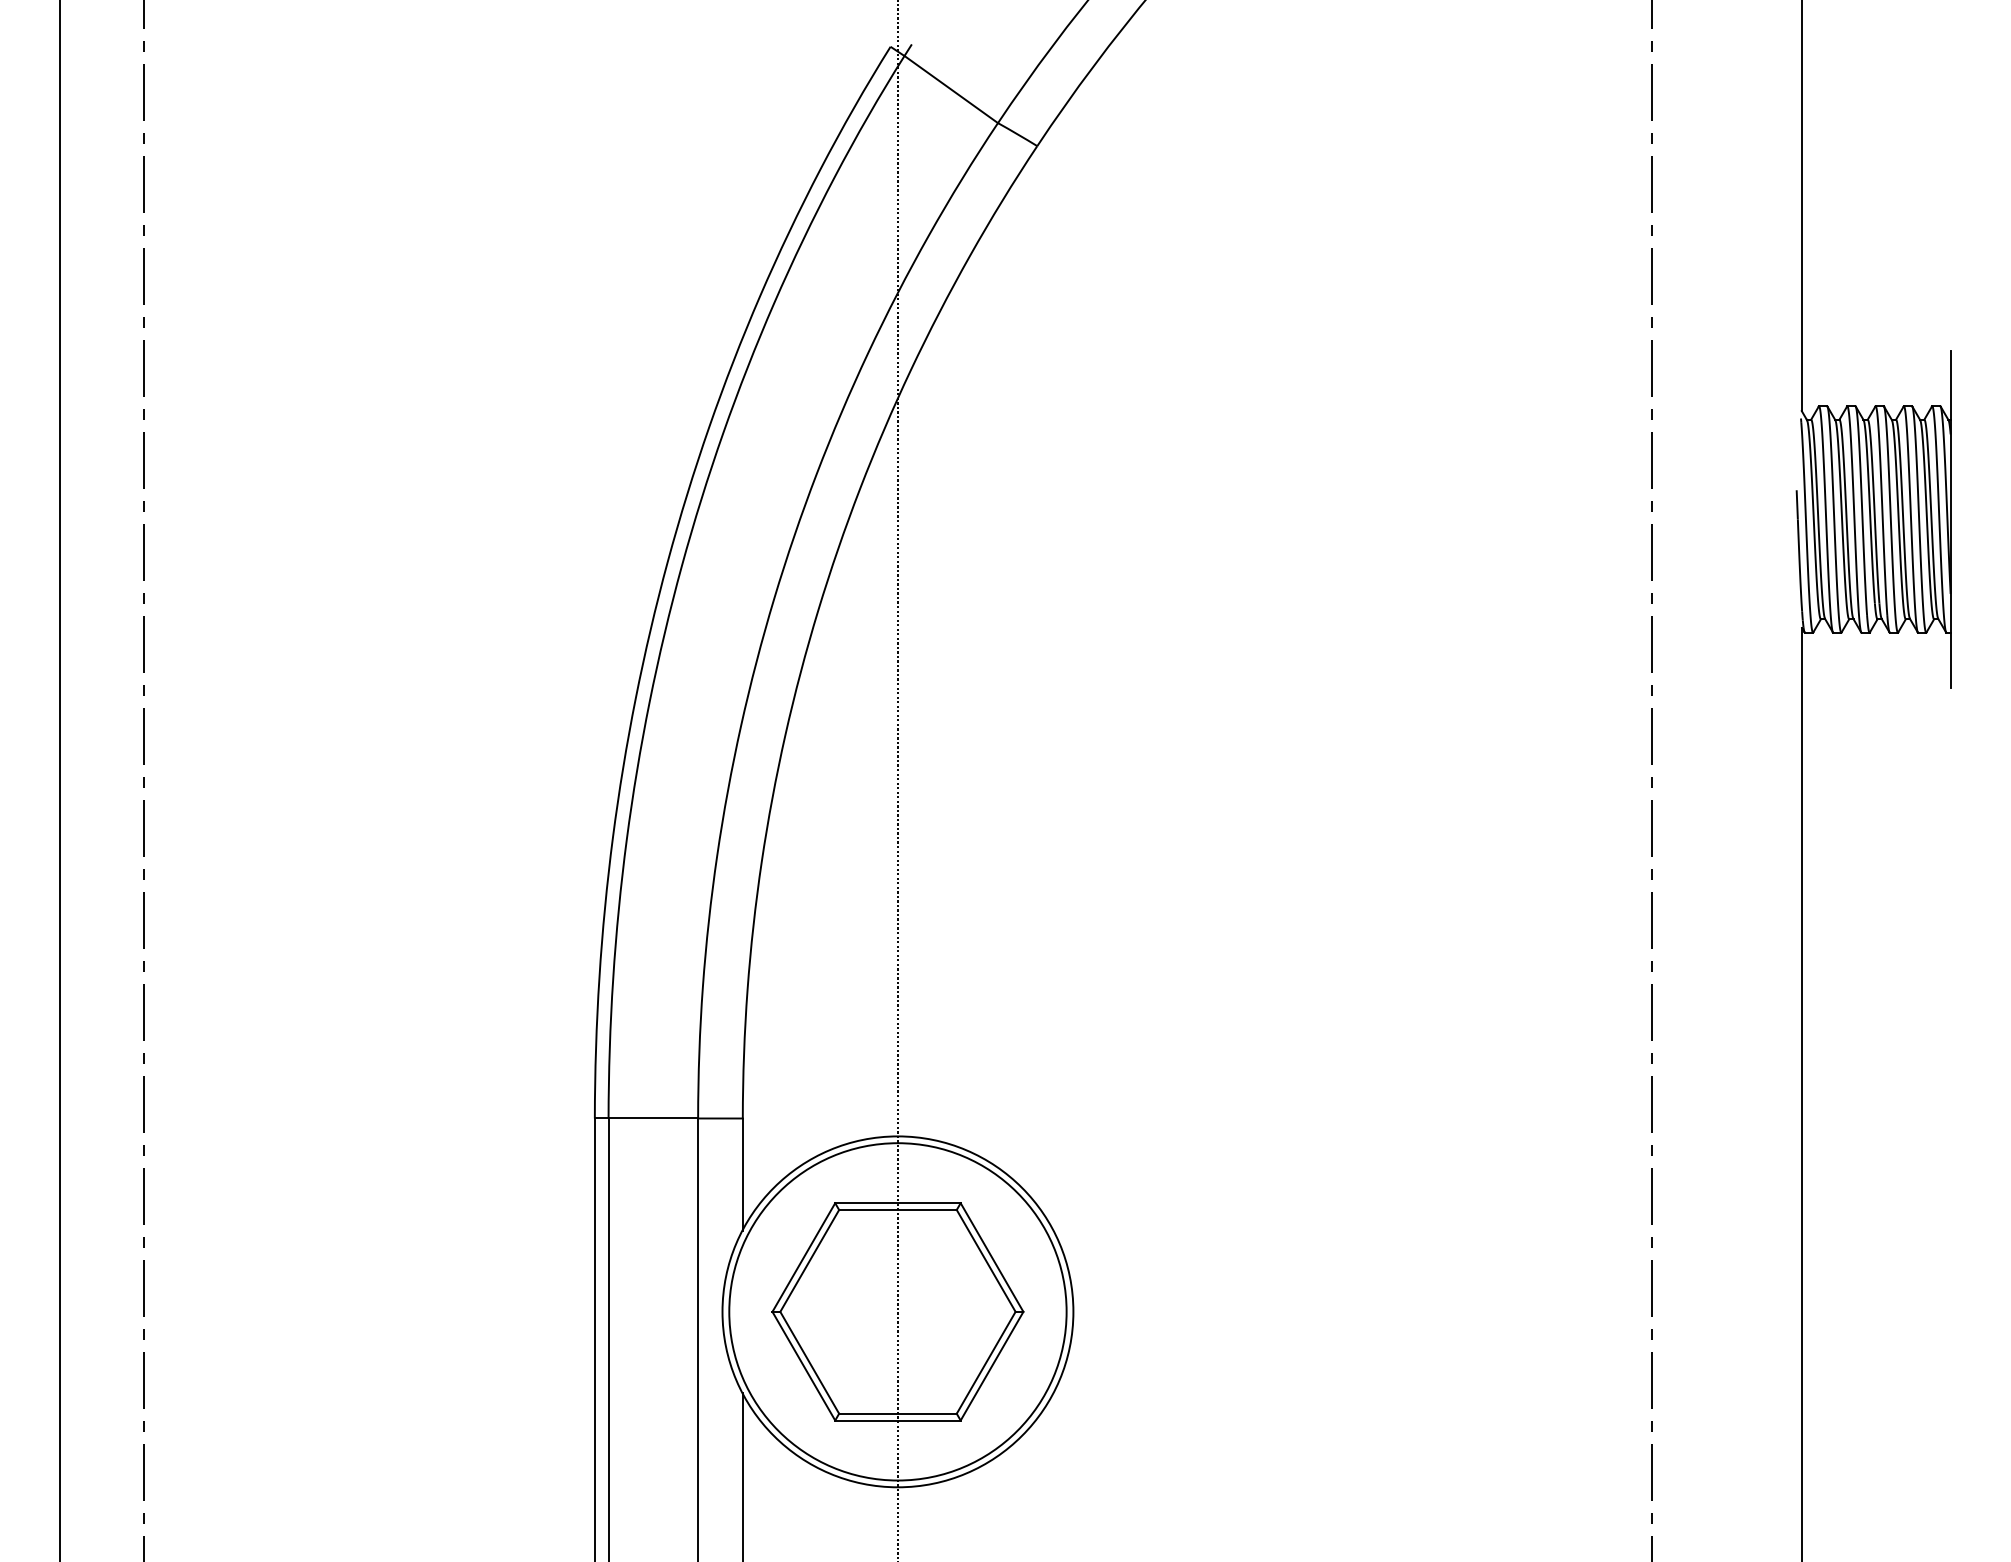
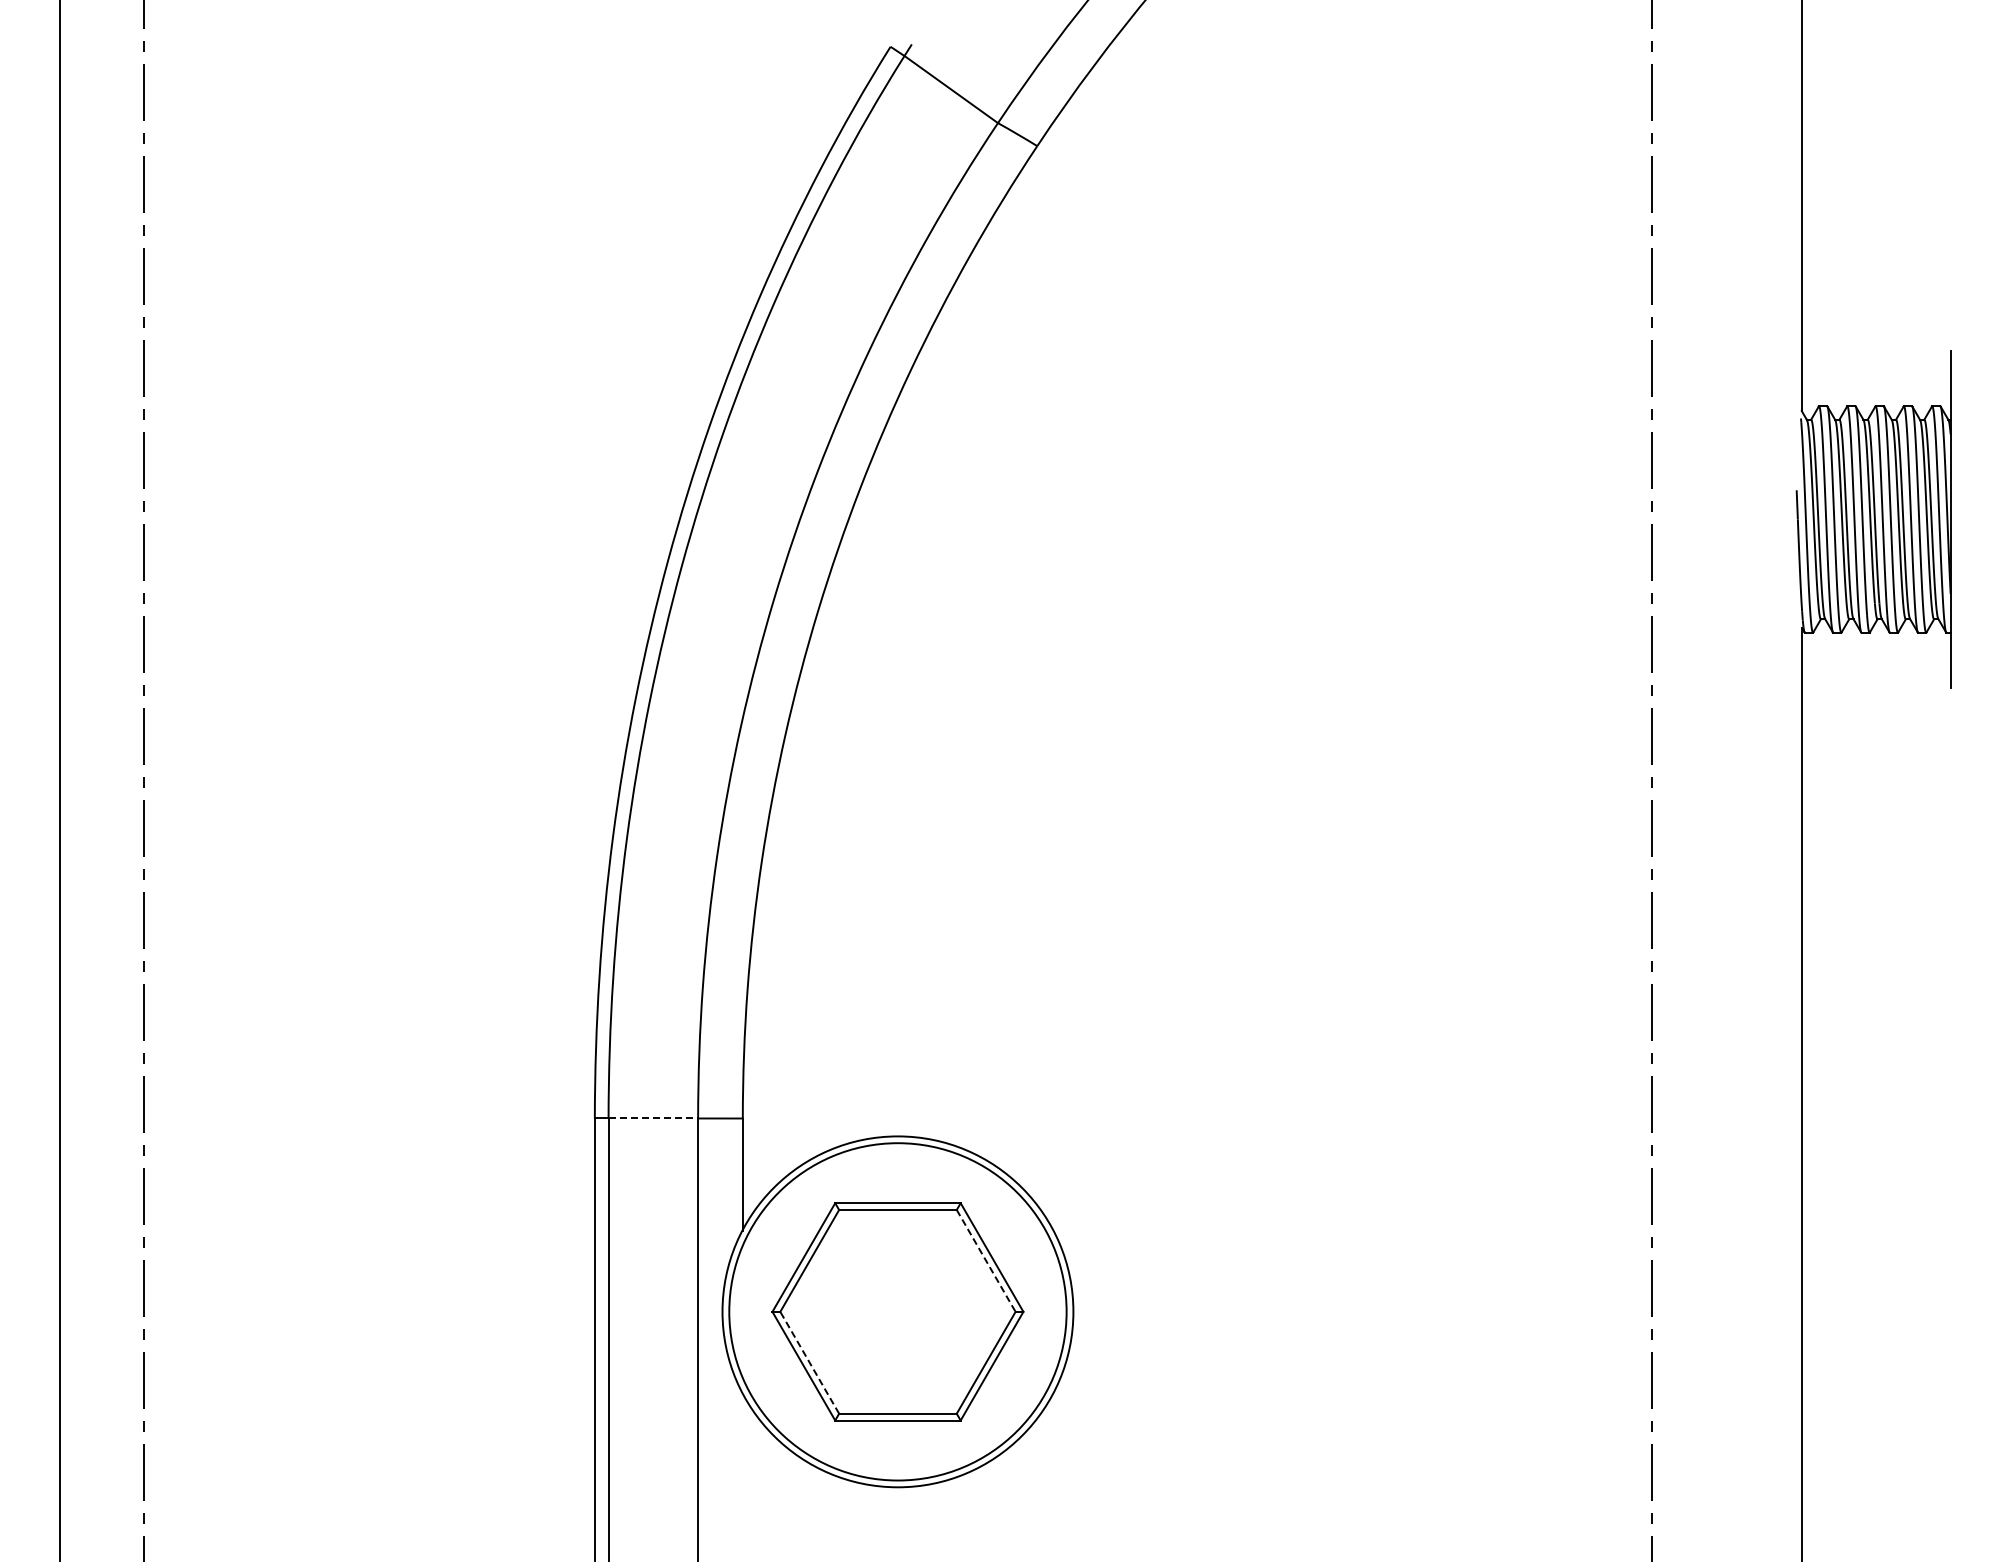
line at (897, 780): present -> none
line at (653, 1118): solid -> dashed
line at (986, 1260): solid -> dashed
line at (809, 1362): solid -> dashed
line at (742, 1475): present -> none
